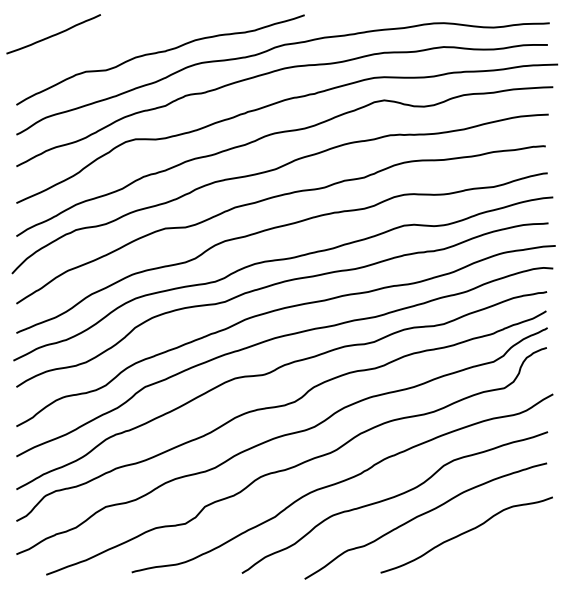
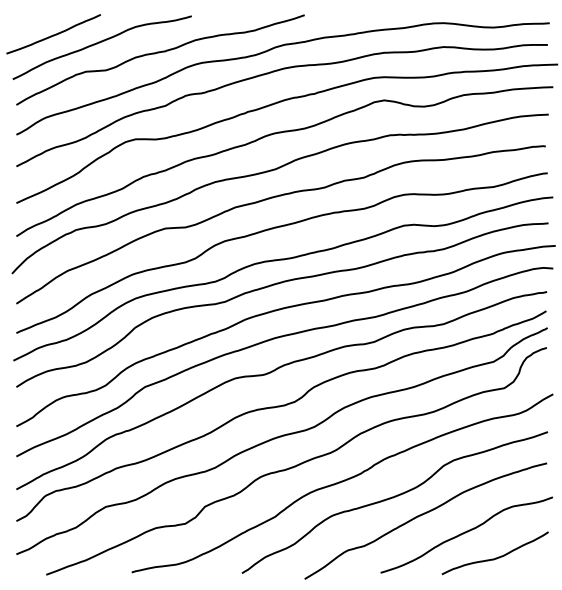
curve at (99, 43): none -> present
curve at (495, 557): none -> present
